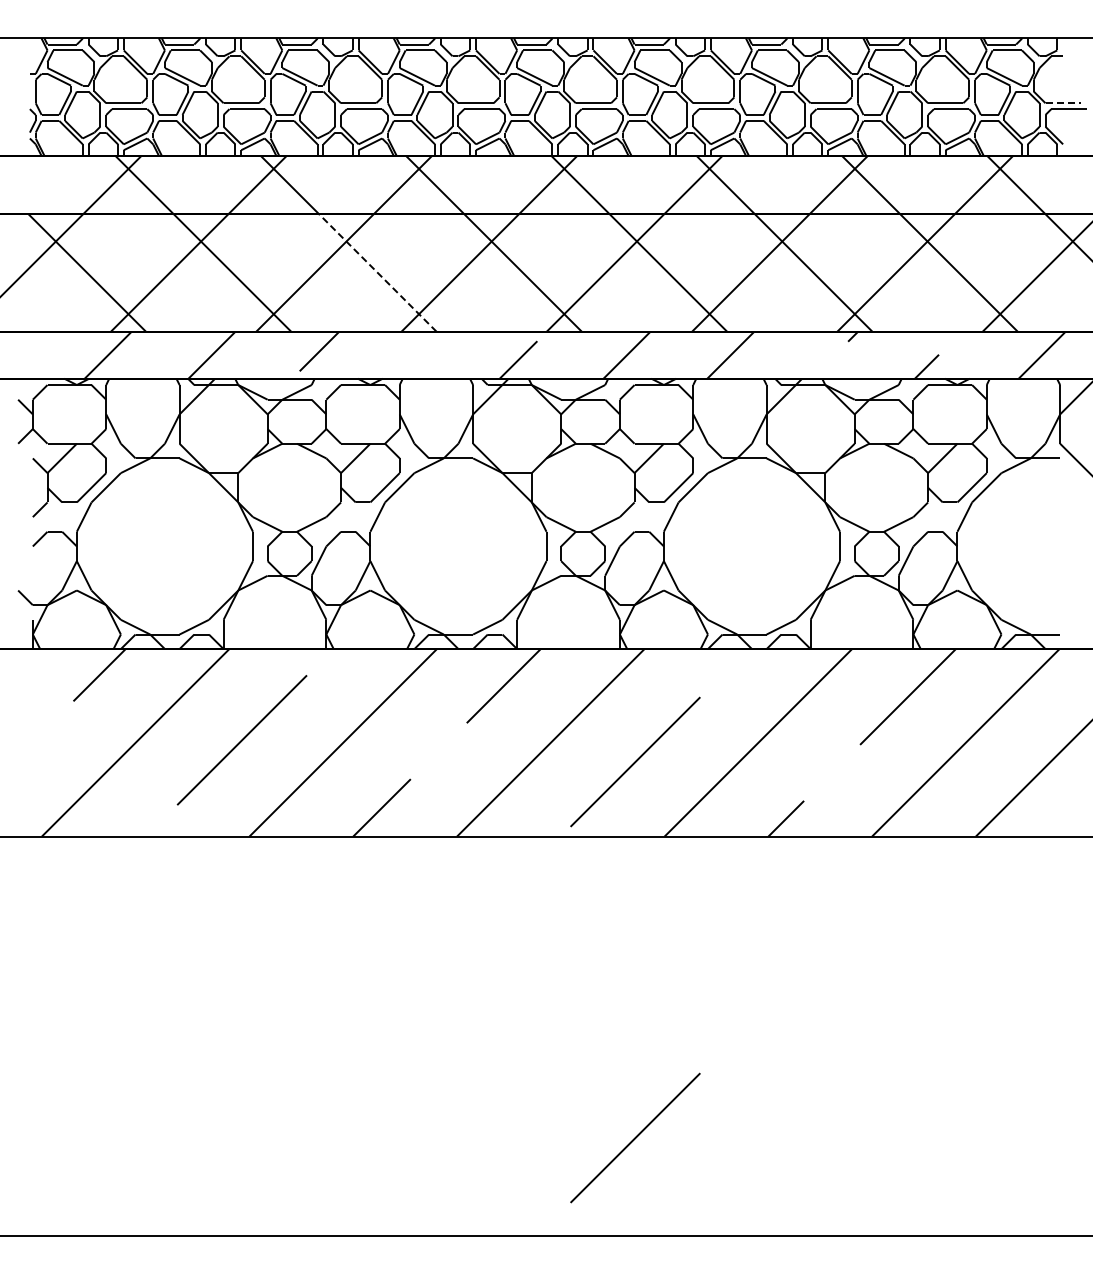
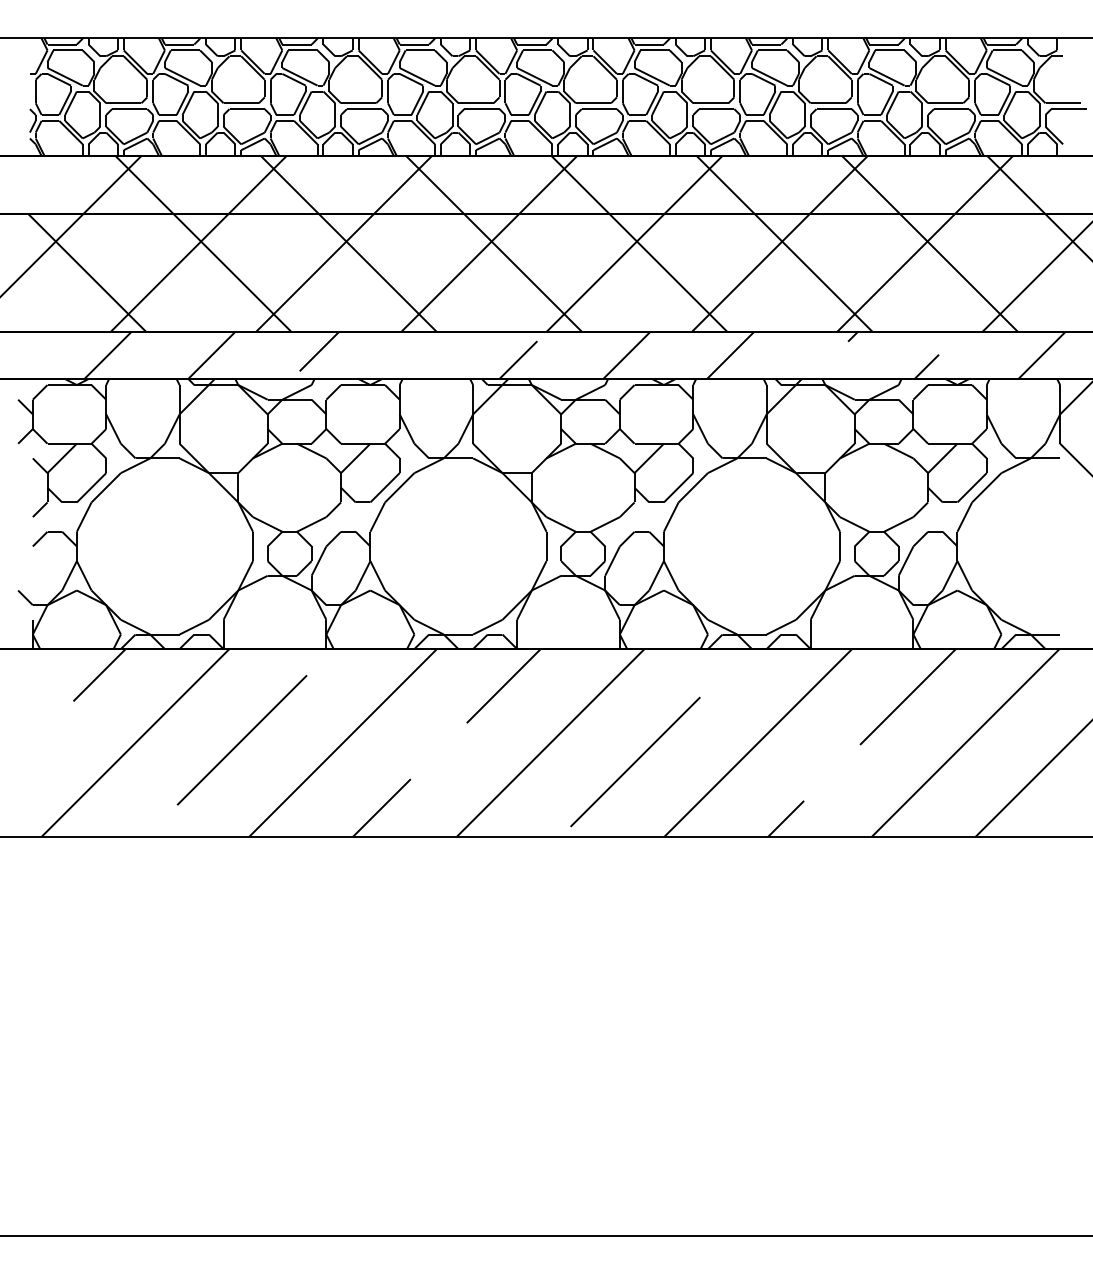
line at (1063, 103): dashed -> solid
line at (377, 272): dashed -> solid
line at (635, 1137): present -> none
